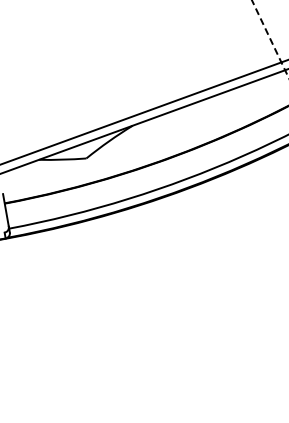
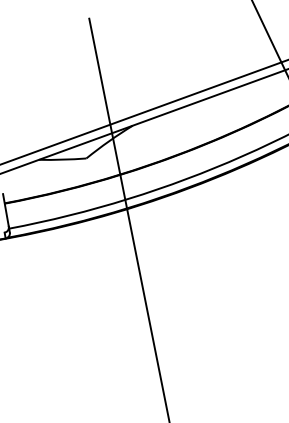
line at (270, 39): dashed -> solid
line at (128, 218): none -> present
